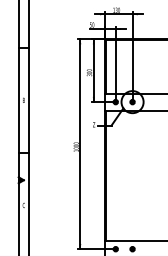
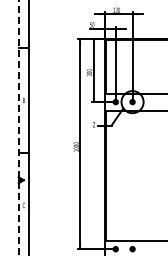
line at (18, 127): solid -> dashed
